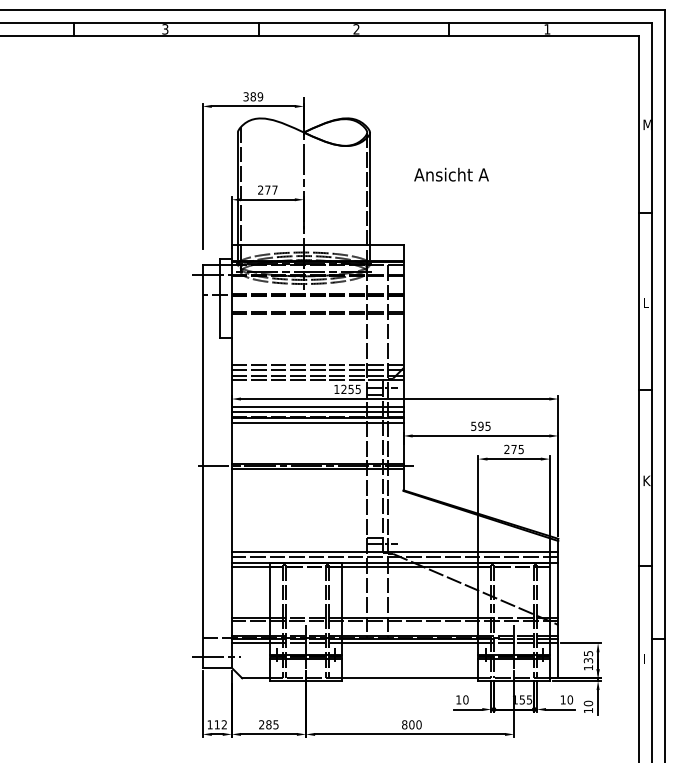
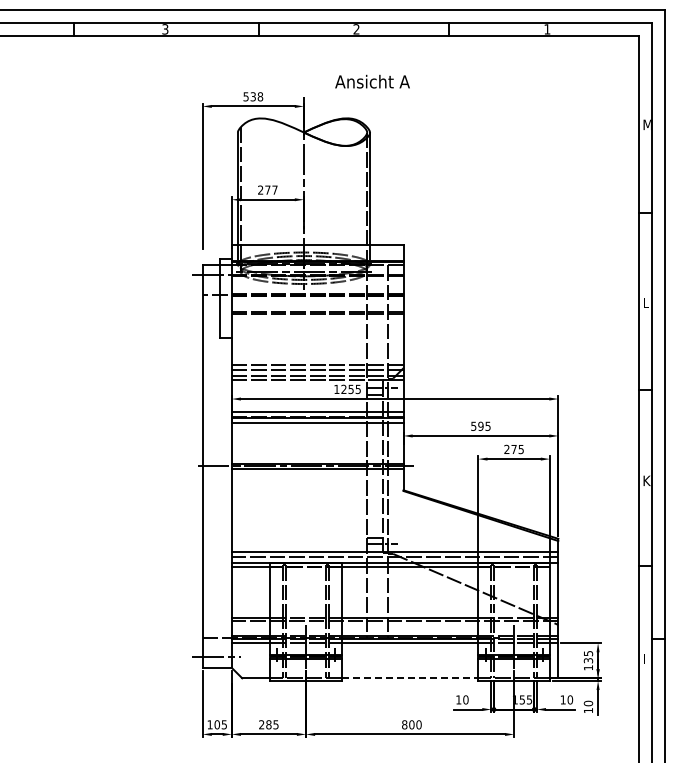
text at (253, 96): 389 -> 538
text at (451, 174) position: (451, 174) -> (372, 81)
line at (317, 407): present -> none
line at (410, 678): solid -> dashed
text at (220, 724): 112 -> 105
